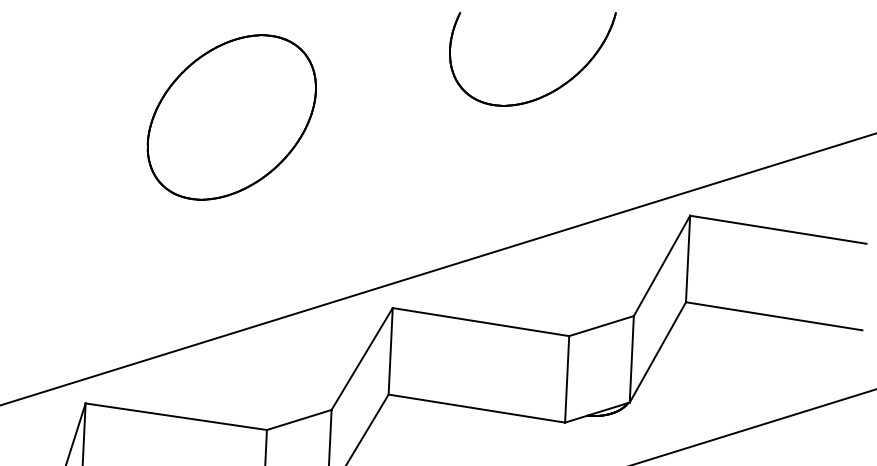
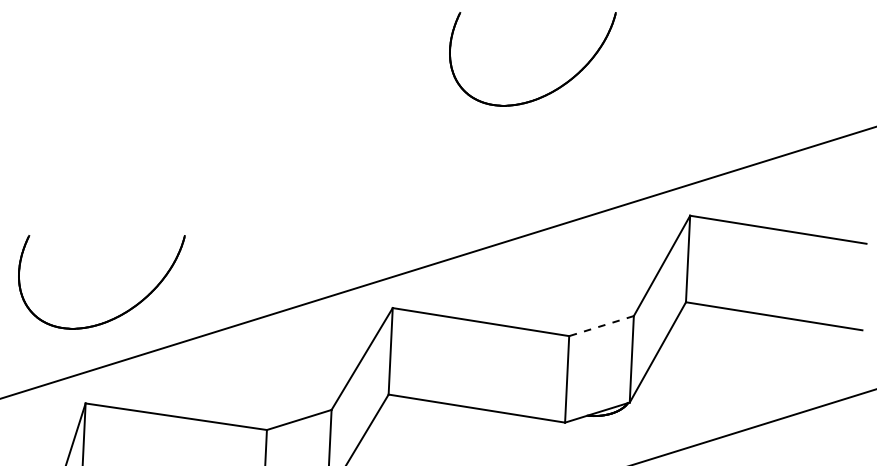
part at (231, 117): present -> none
line at (437, 269) position: (437, 269) -> (437, 262)
part at (119, 314): none -> present
line at (601, 326): solid -> dashed
